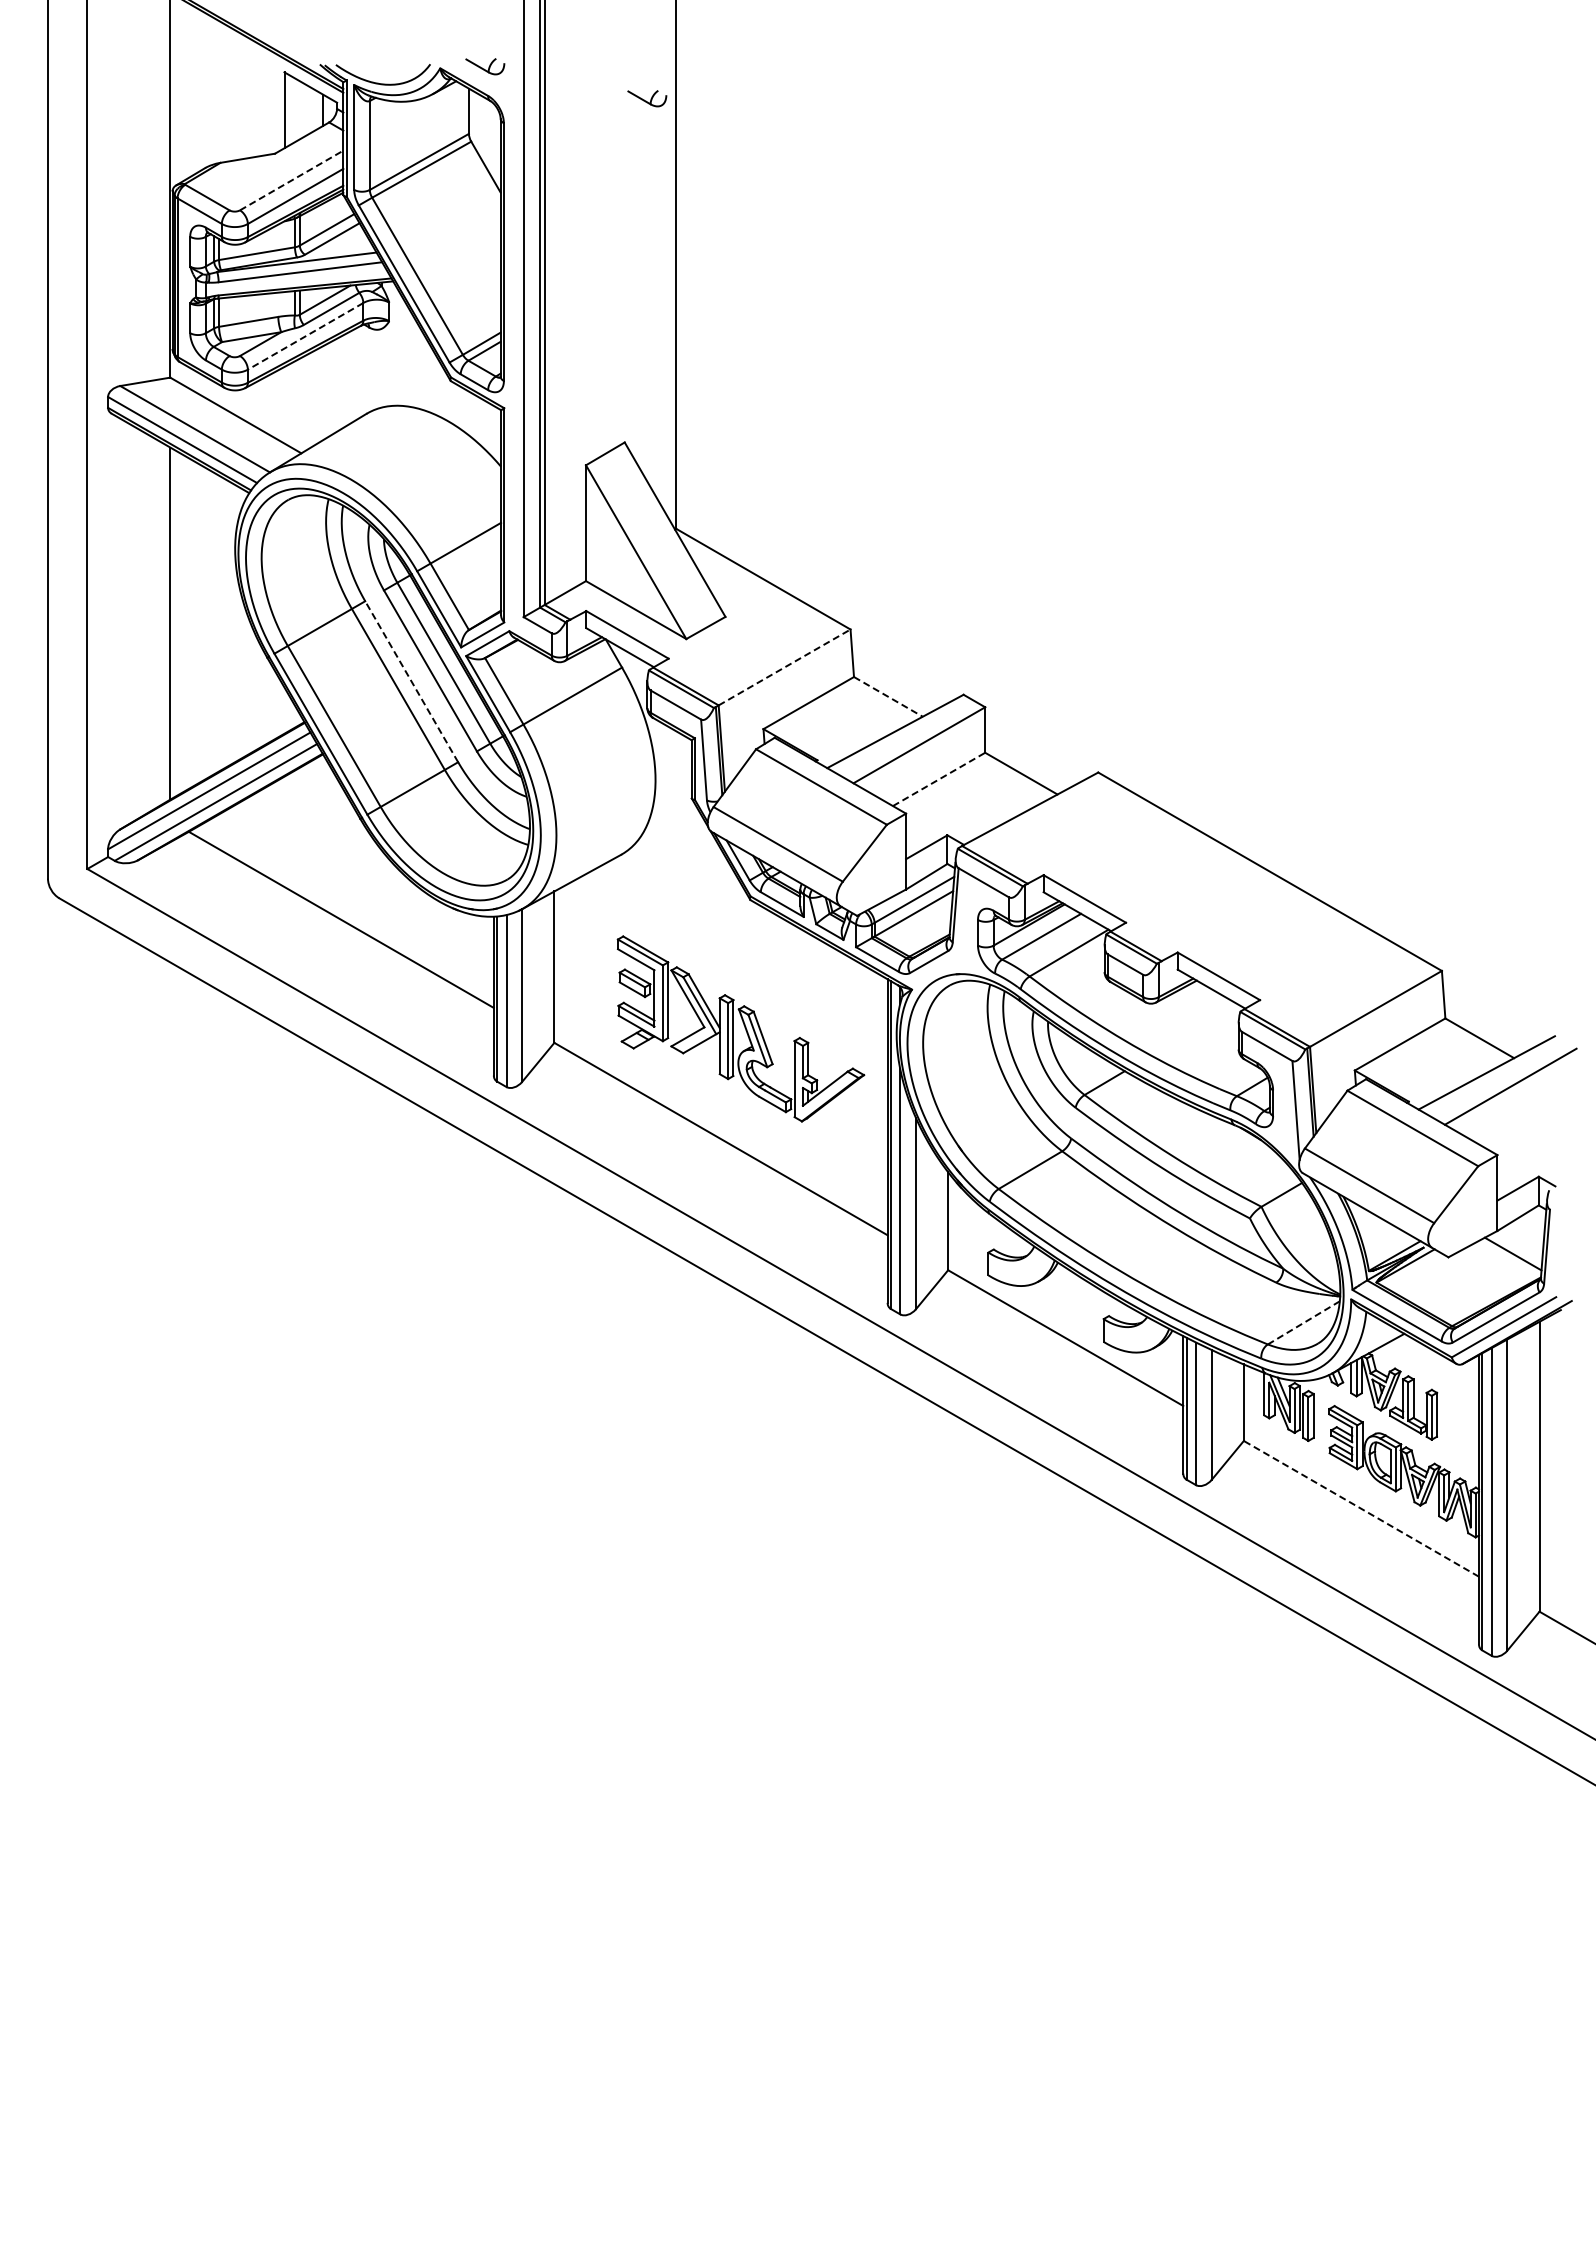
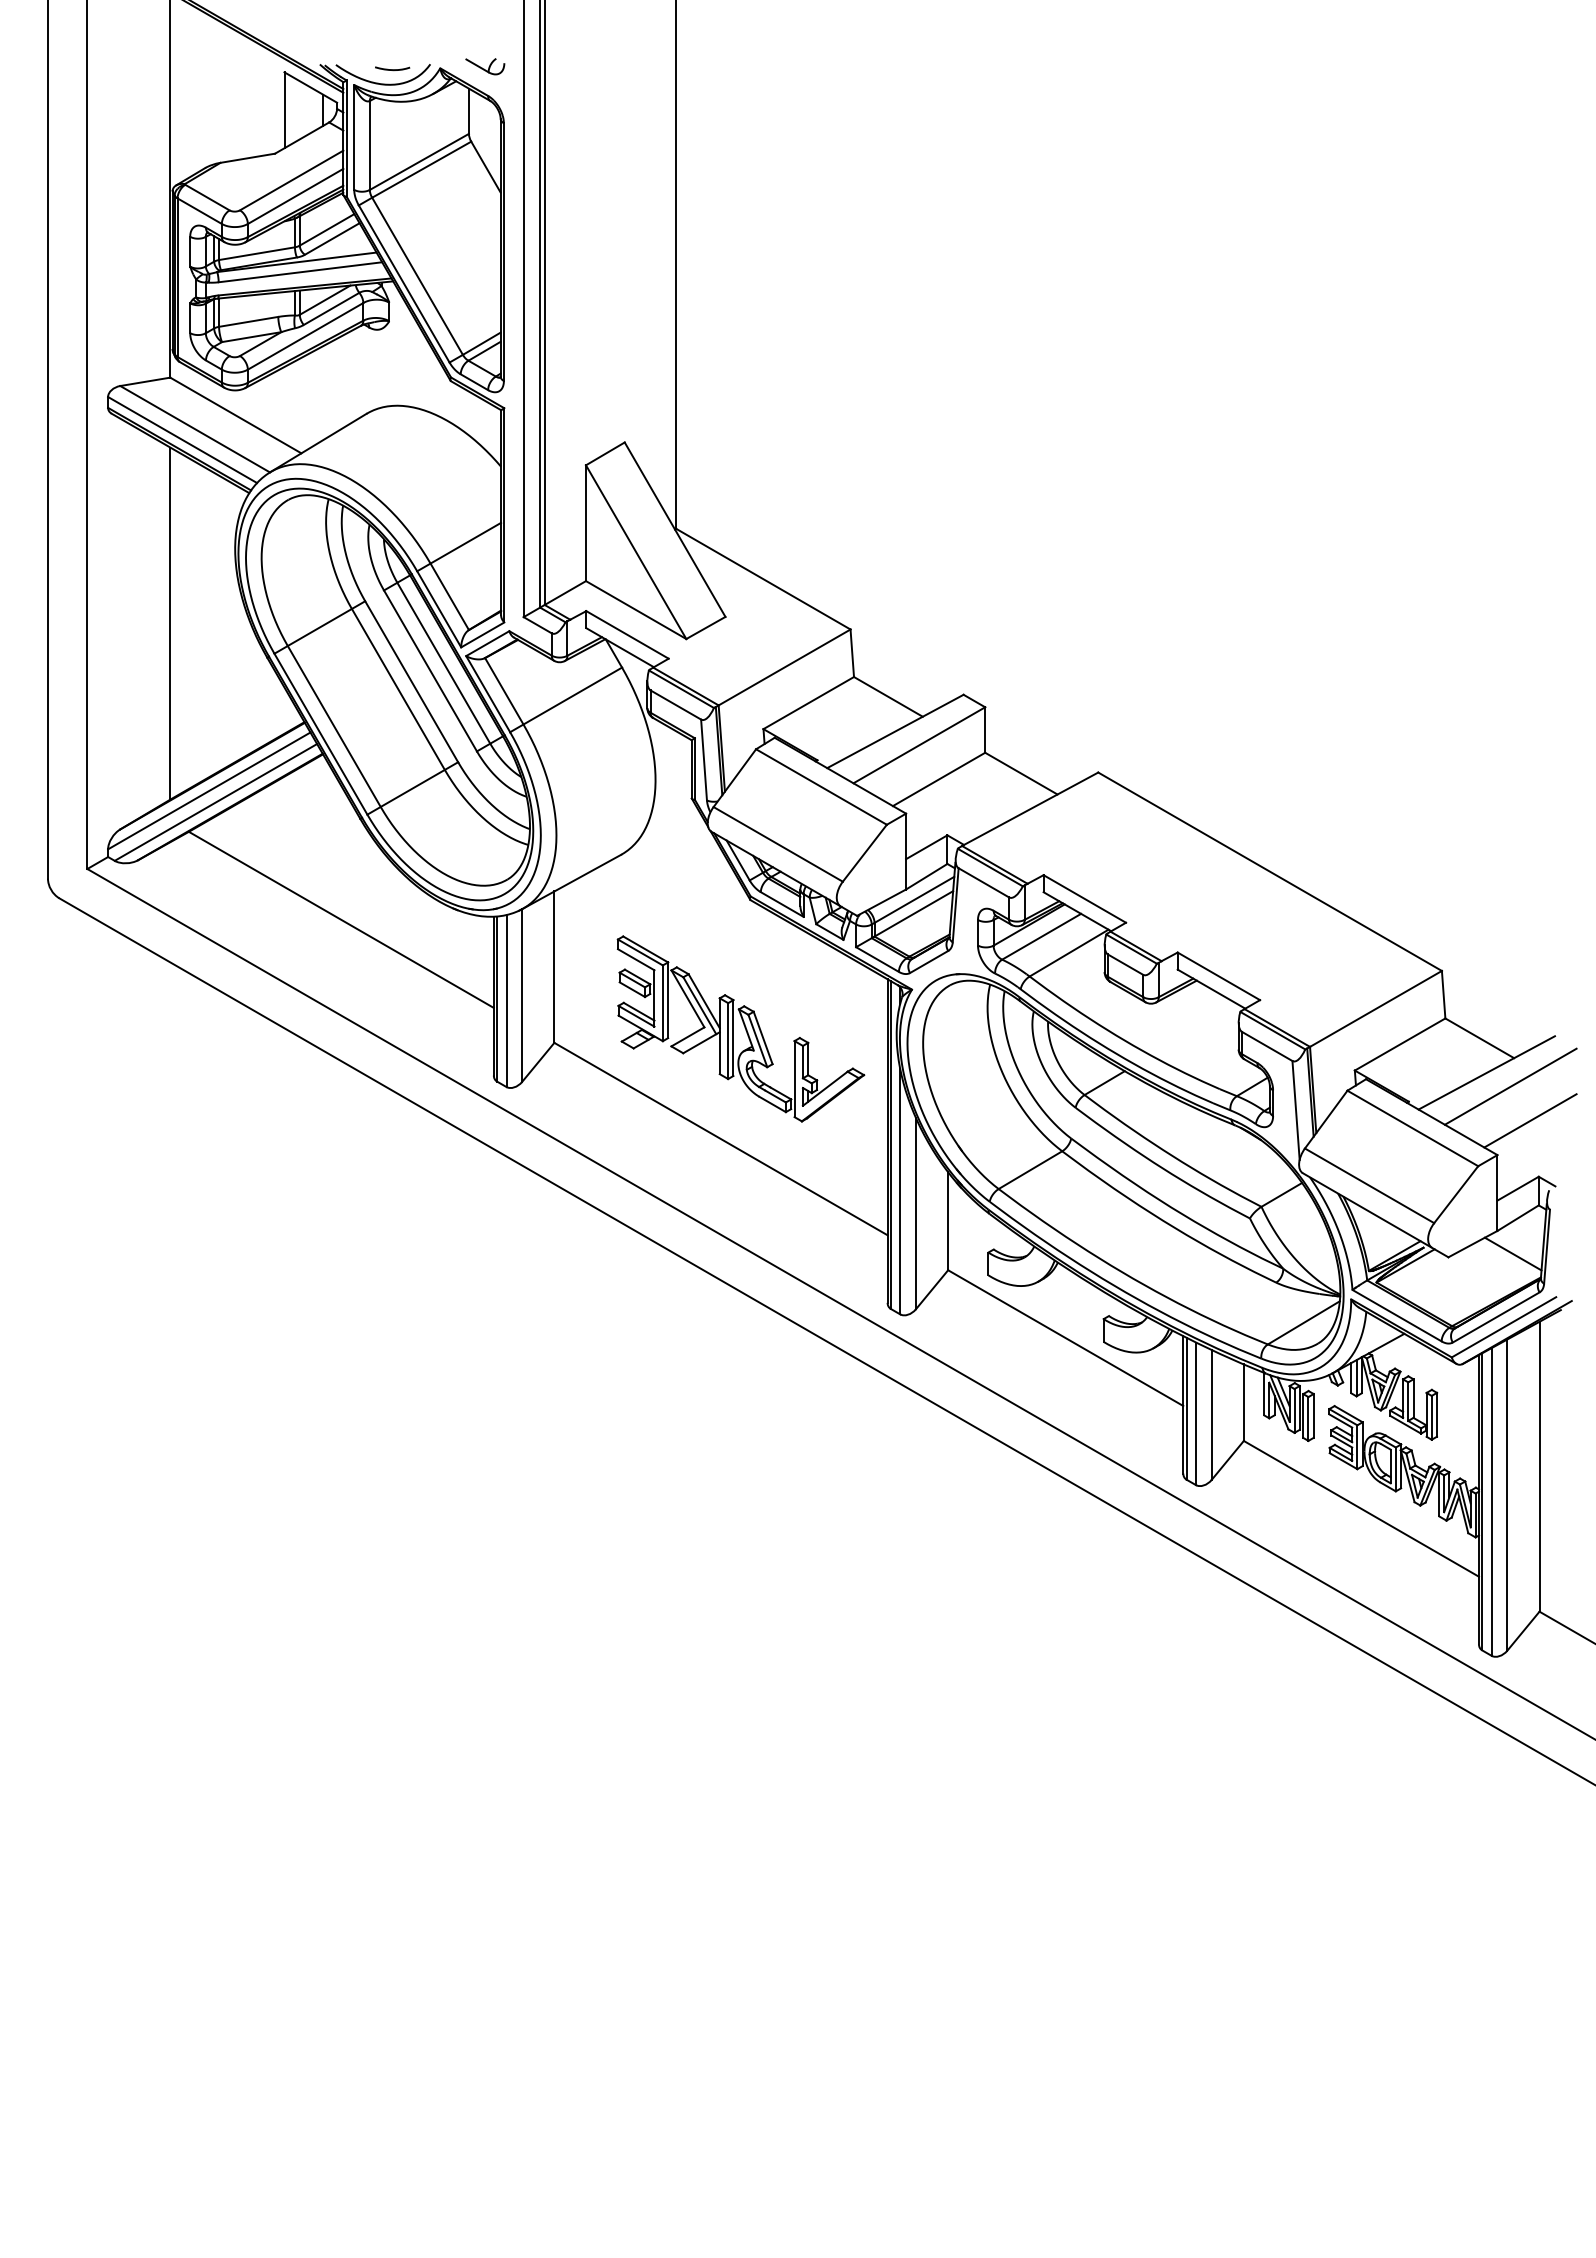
curve at (392, 69): none -> present
part at (647, 98): present -> none
line at (291, 180): dashed -> solid
line at (305, 336): dashed -> solid
line at (785, 667): dashed -> solid
line at (411, 681): dashed -> solid
line at (888, 696): dashed -> solid
line at (939, 779): dashed -> solid
line at (1530, 1120): none -> present
line at (1303, 1322): dashed -> solid
line at (1361, 1508): dashed -> solid
